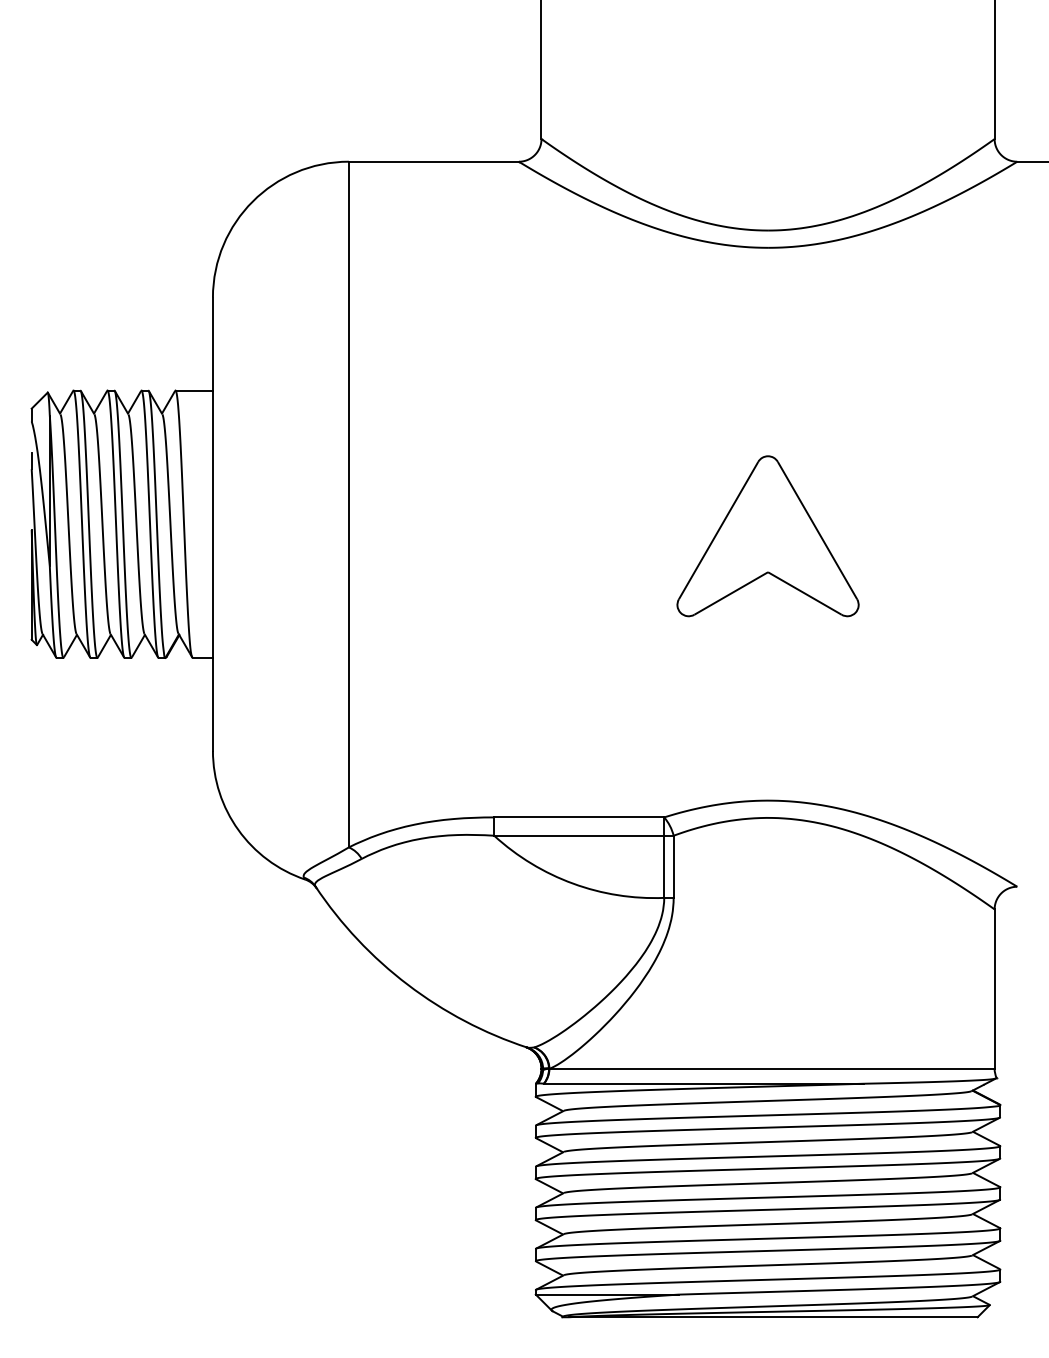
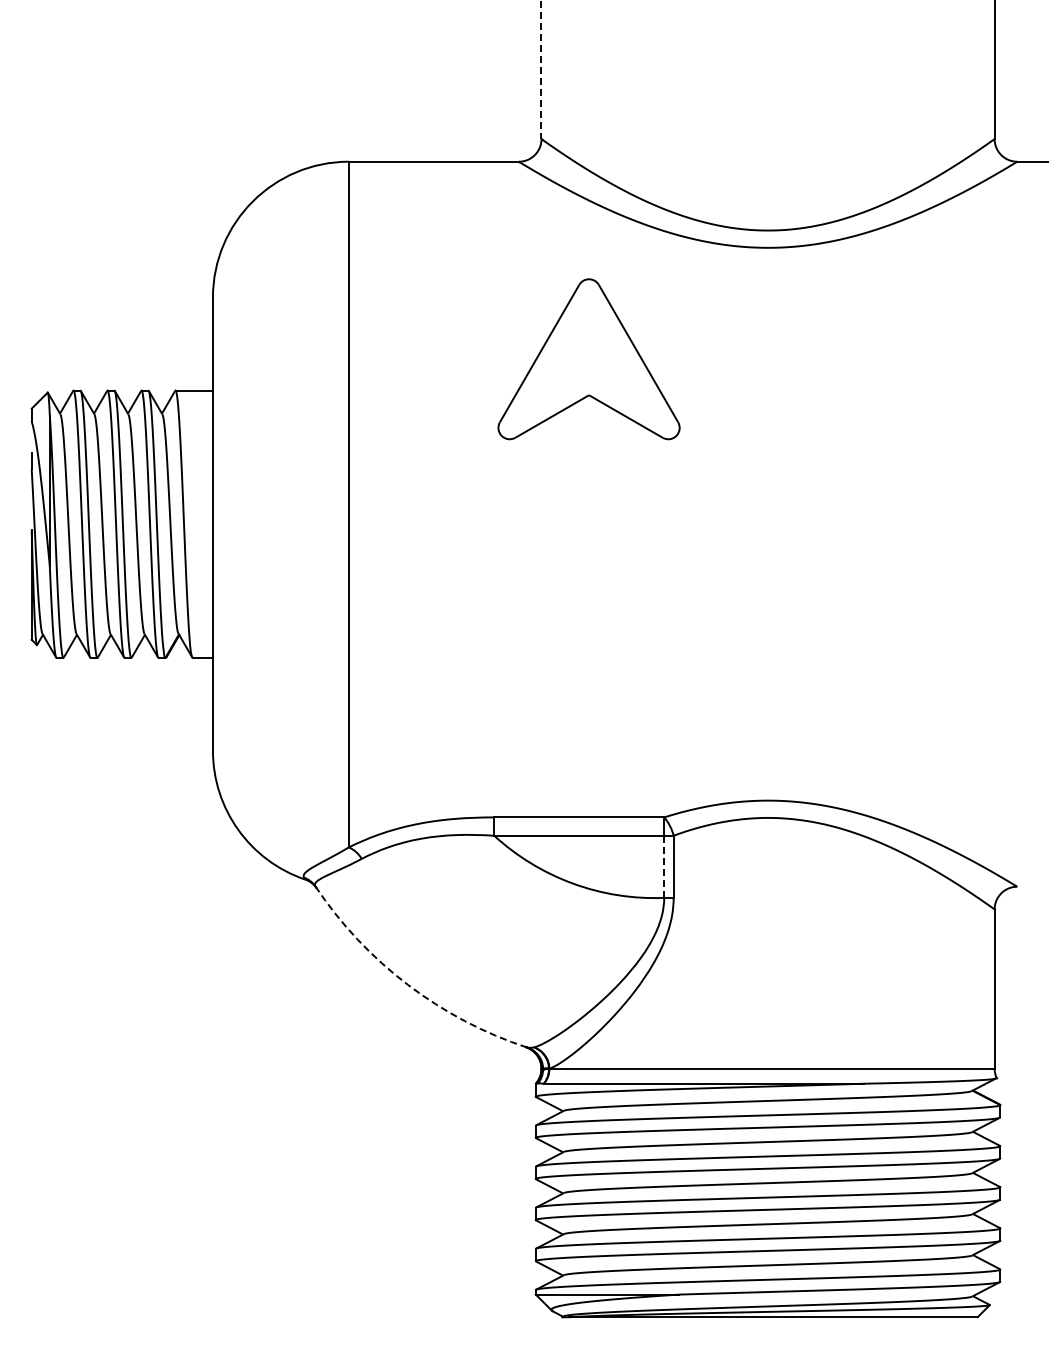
line at (541, 70): solid -> dashed
part at (767, 536) position: (767, 536) -> (588, 359)
line at (664, 866): solid -> dashed
arc at (407, 984): solid -> dashed
